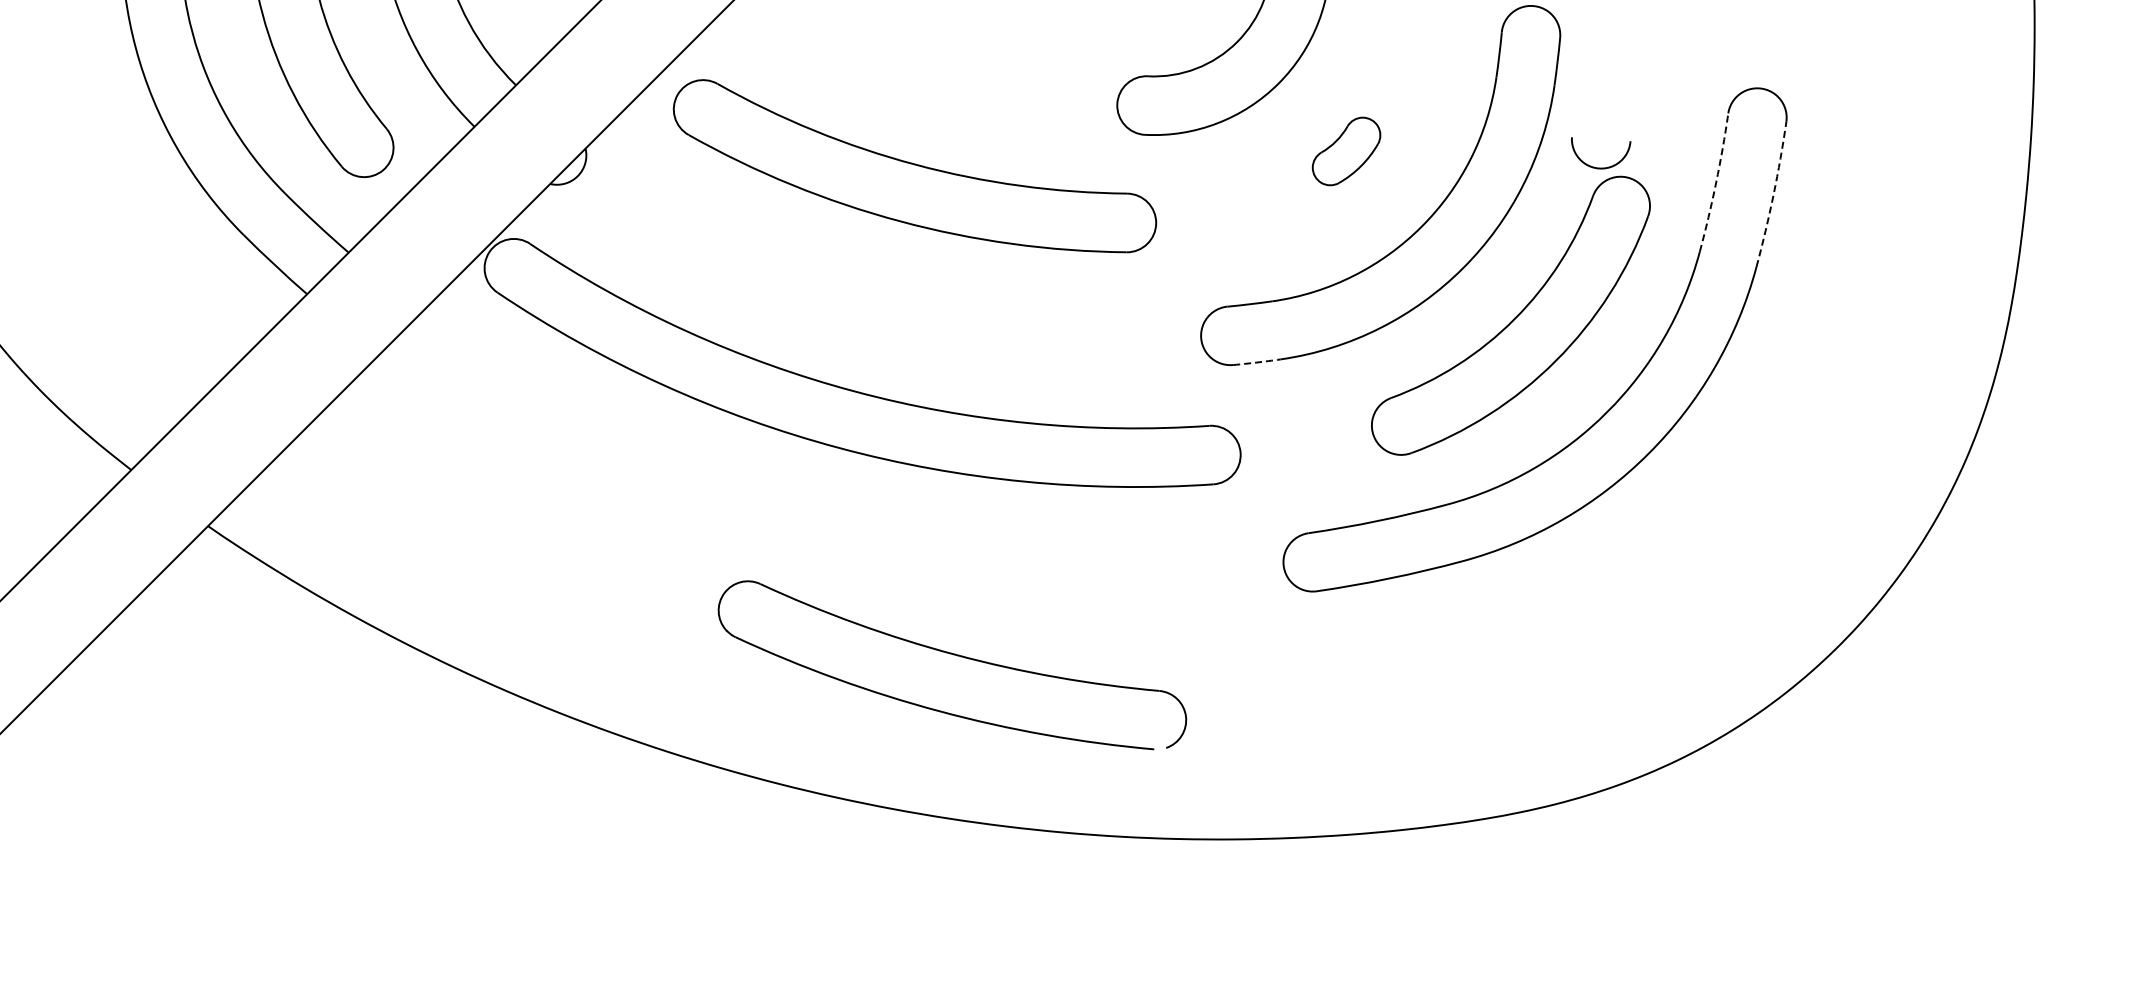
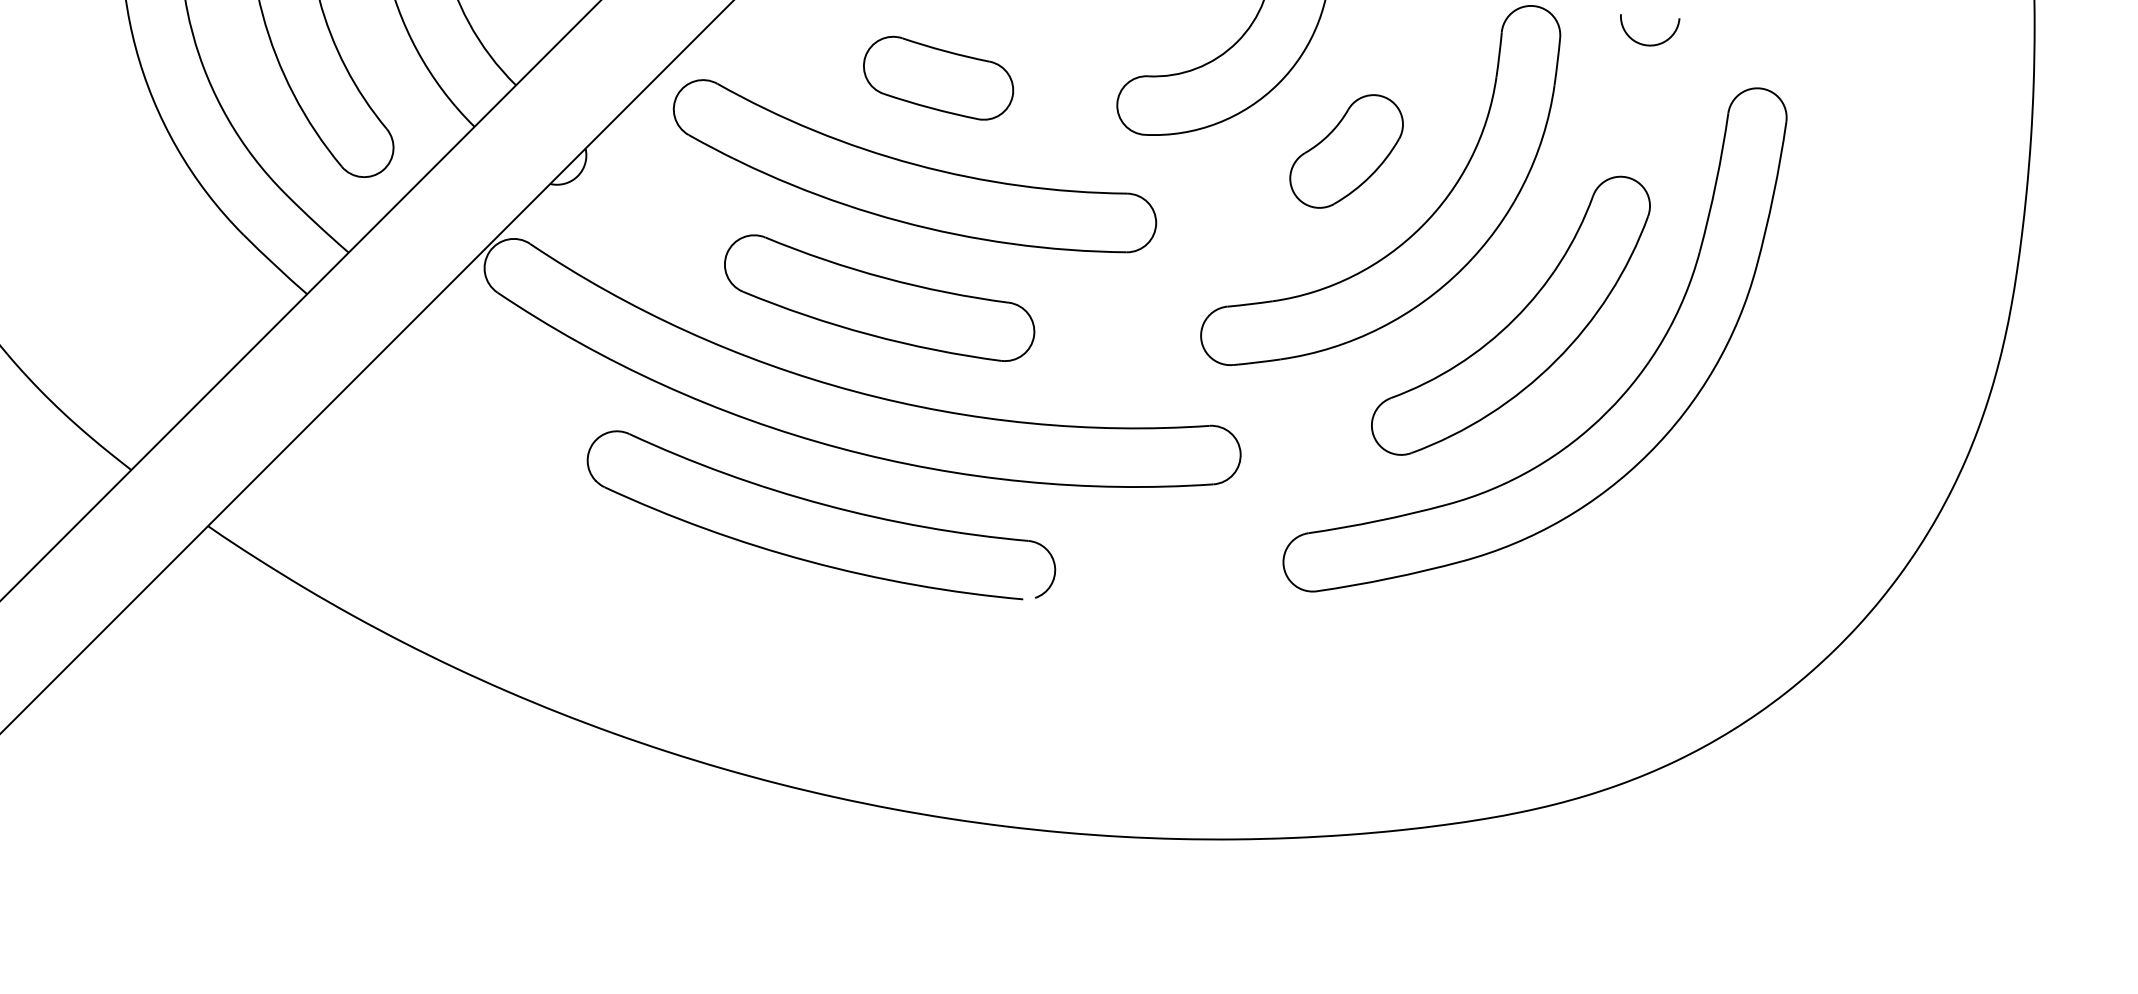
part at (938, 77): none -> present
part at (1346, 151) size: 71x71 px -> 115x115 px
arc at (1601, 167) position: (1601, 167) -> (1650, 44)
arc at (1716, 183): dashed -> solid
arc at (1773, 194): dashed -> solid
part at (879, 297): none -> present
arc at (1256, 362): dashed -> solid
part at (953, 655) position: (953, 655) -> (822, 505)
